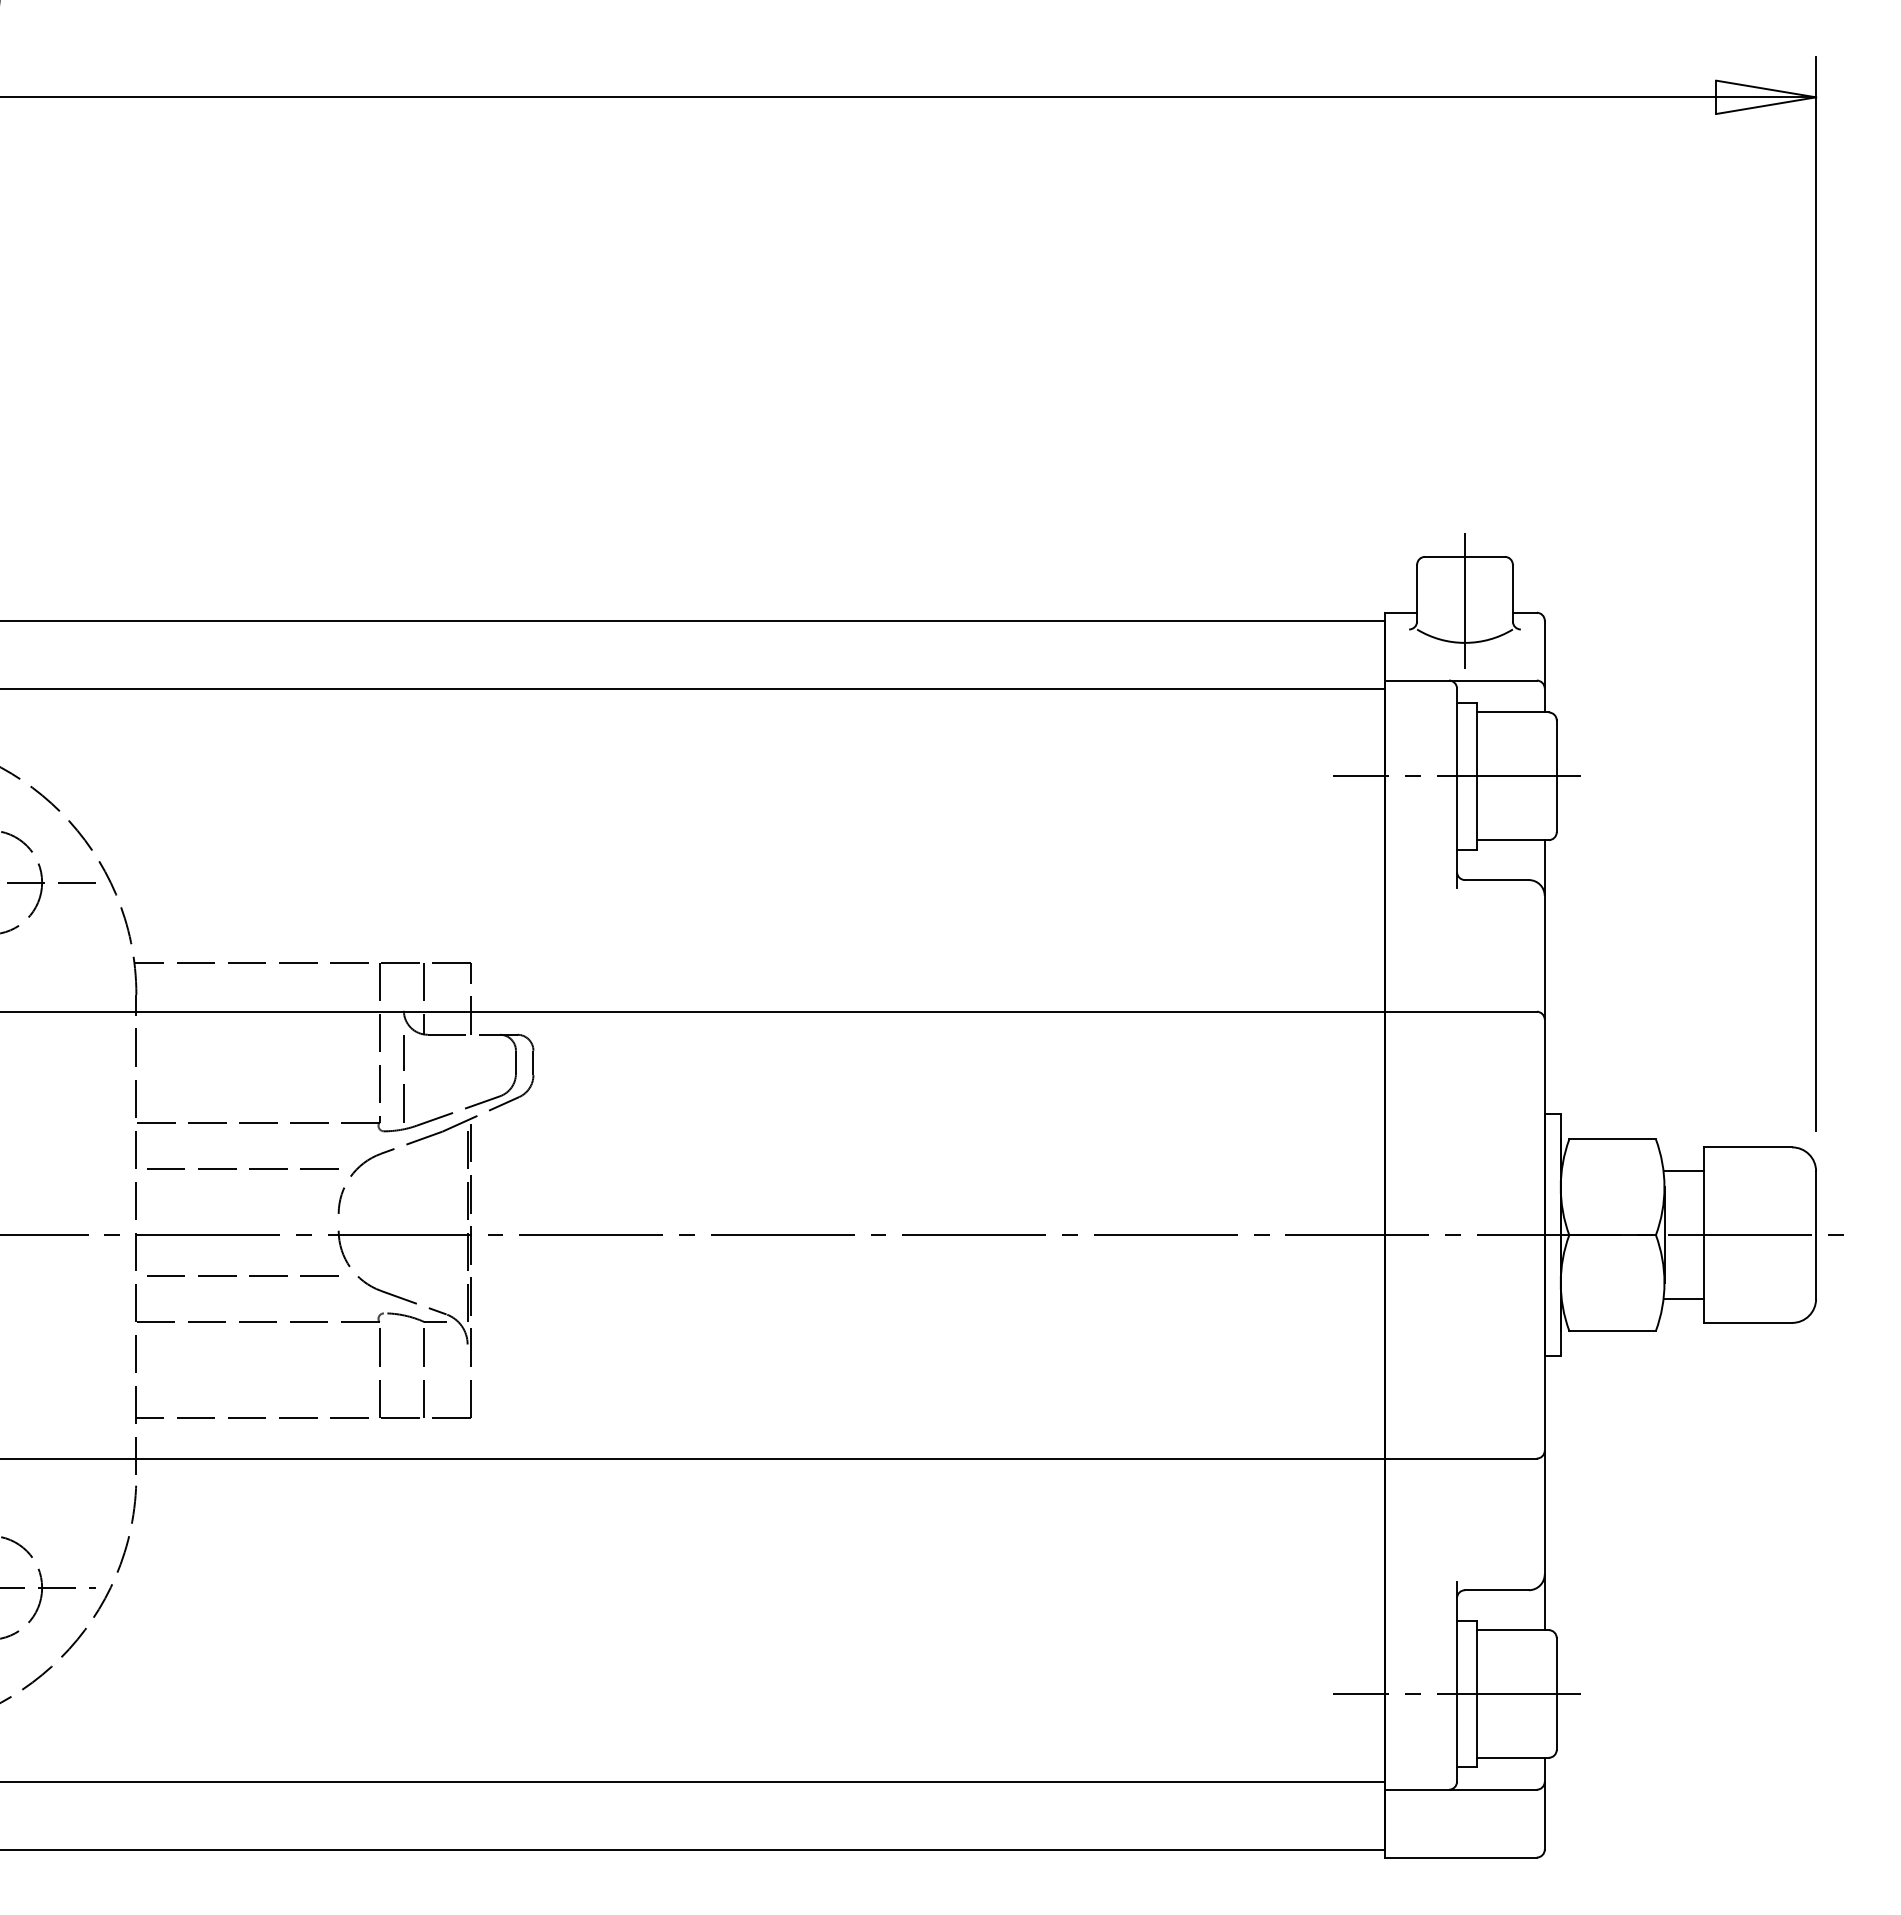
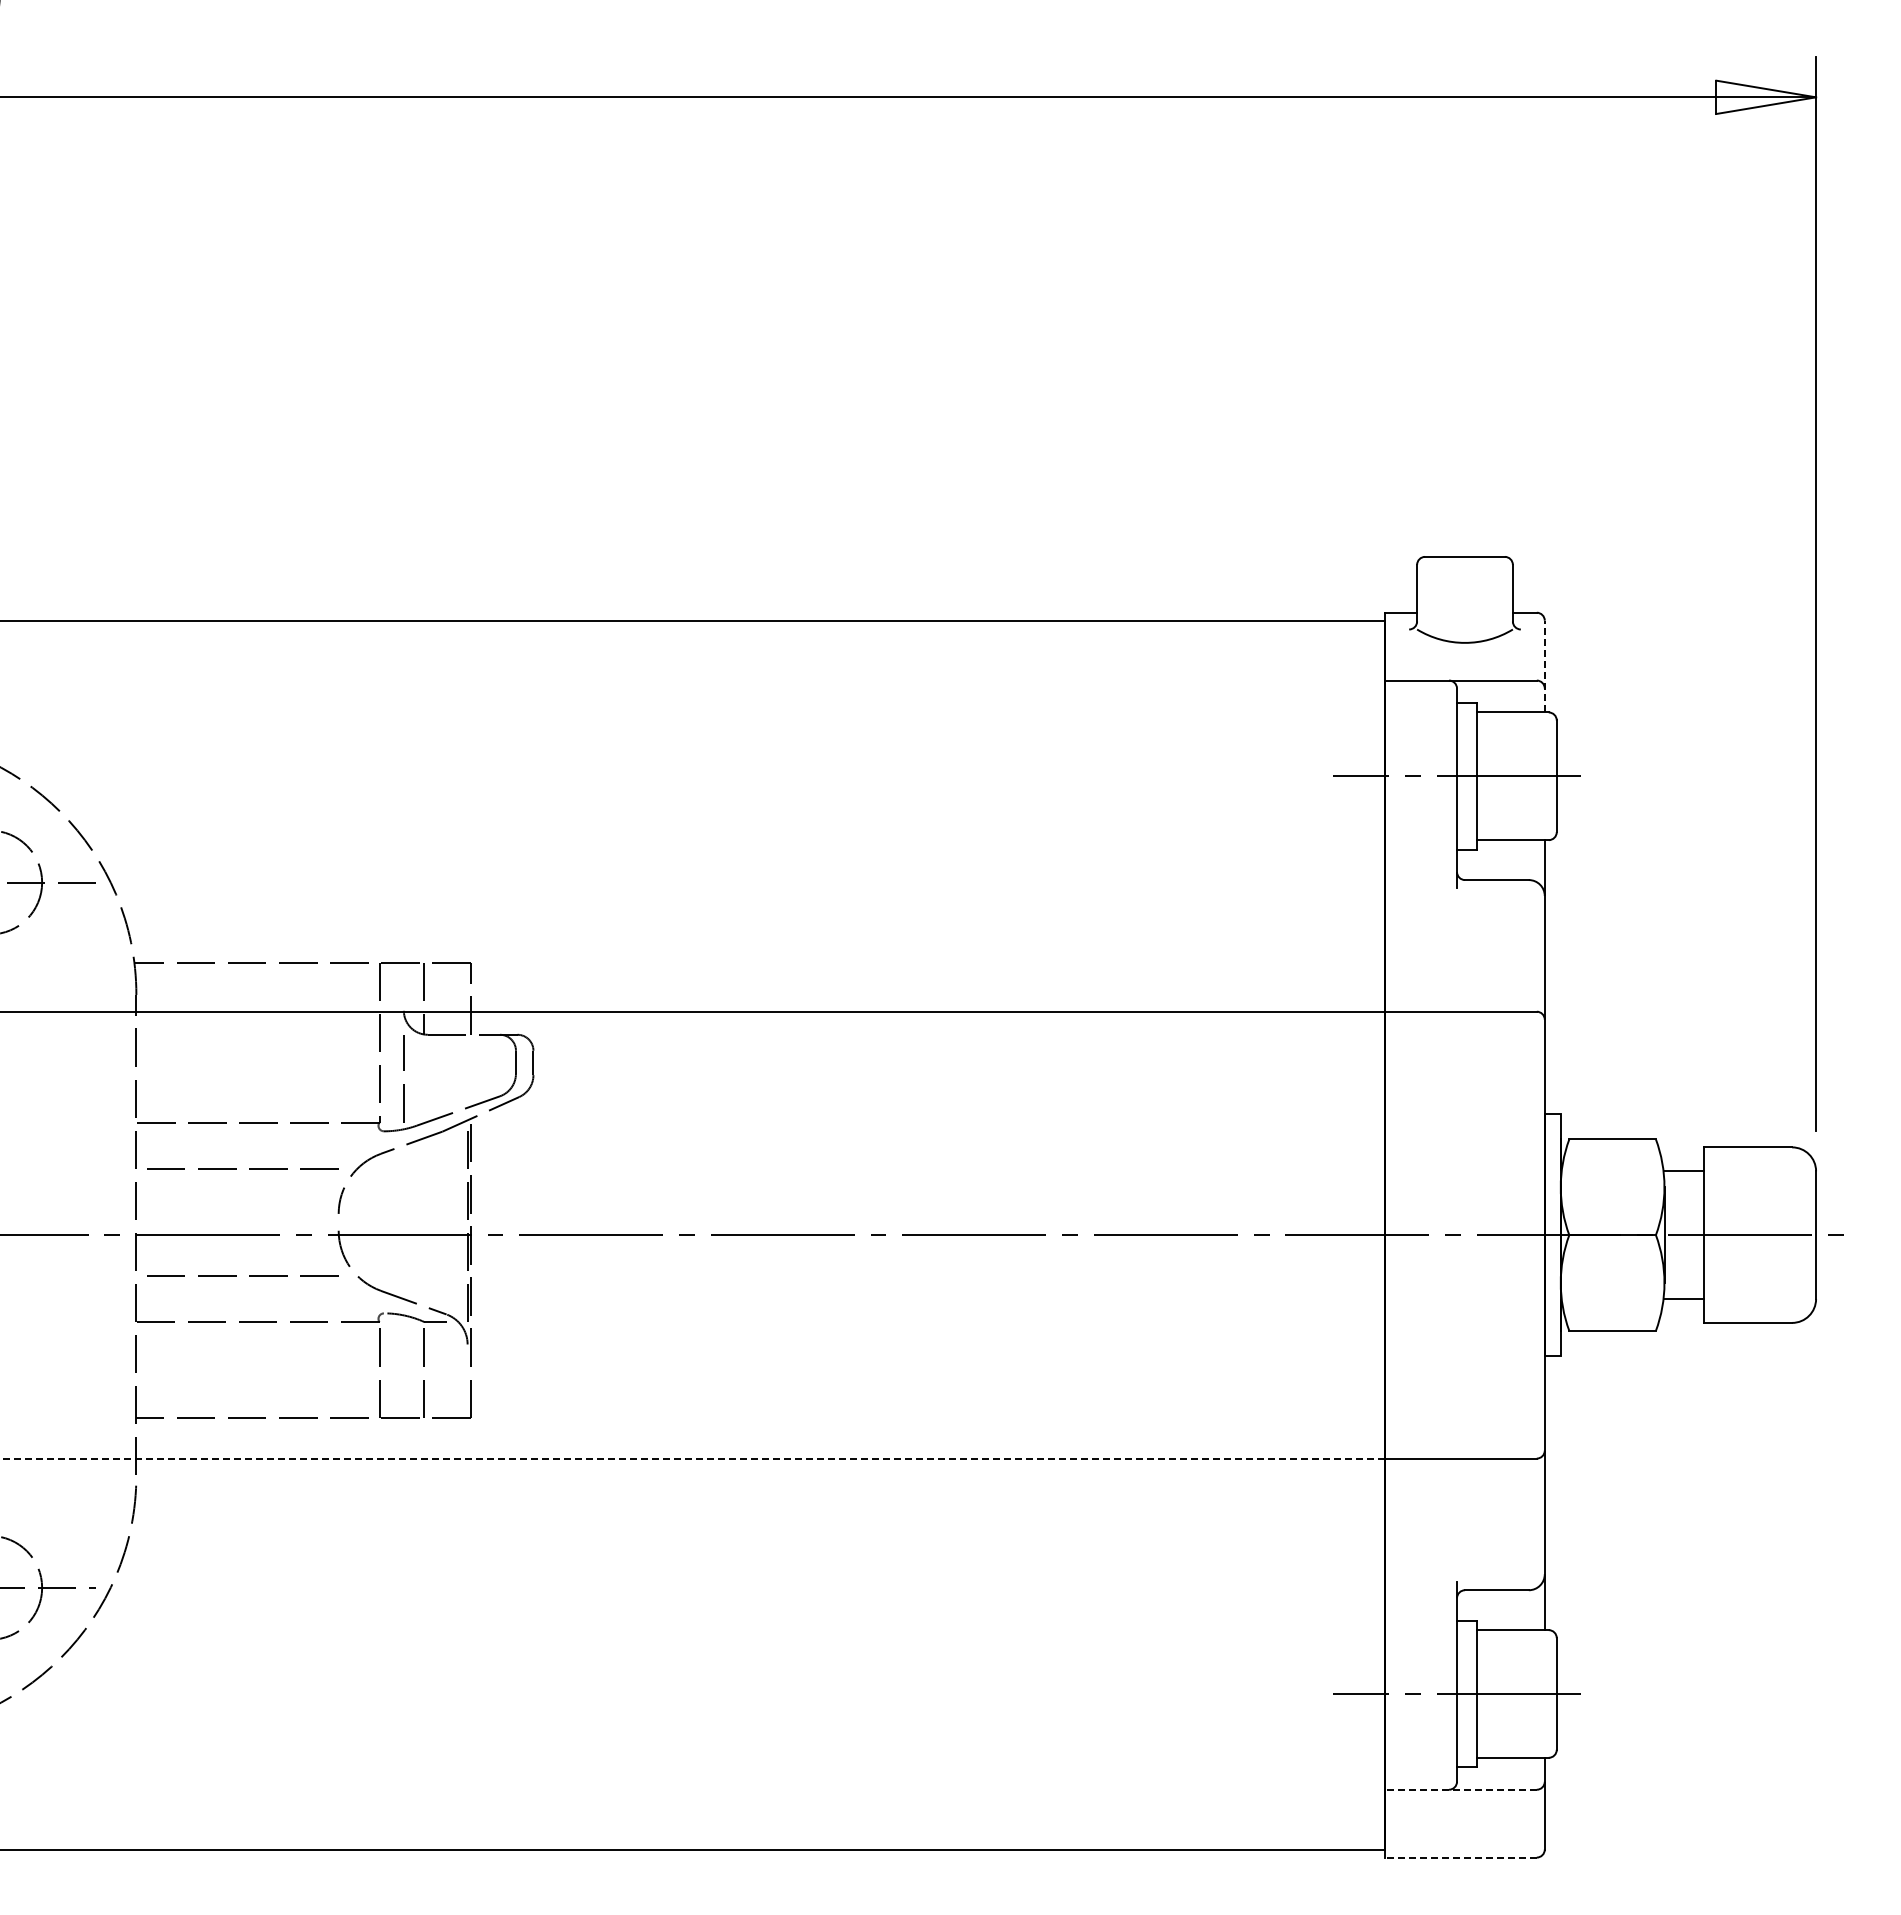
line at (1465, 600): present -> none
line at (1544, 666): solid -> dashed
line at (693, 688): present -> none
line at (692, 1458): solid -> dashed
line at (693, 1781): present -> none
line at (1461, 1789): solid -> dashed
line at (1461, 1857): solid -> dashed
